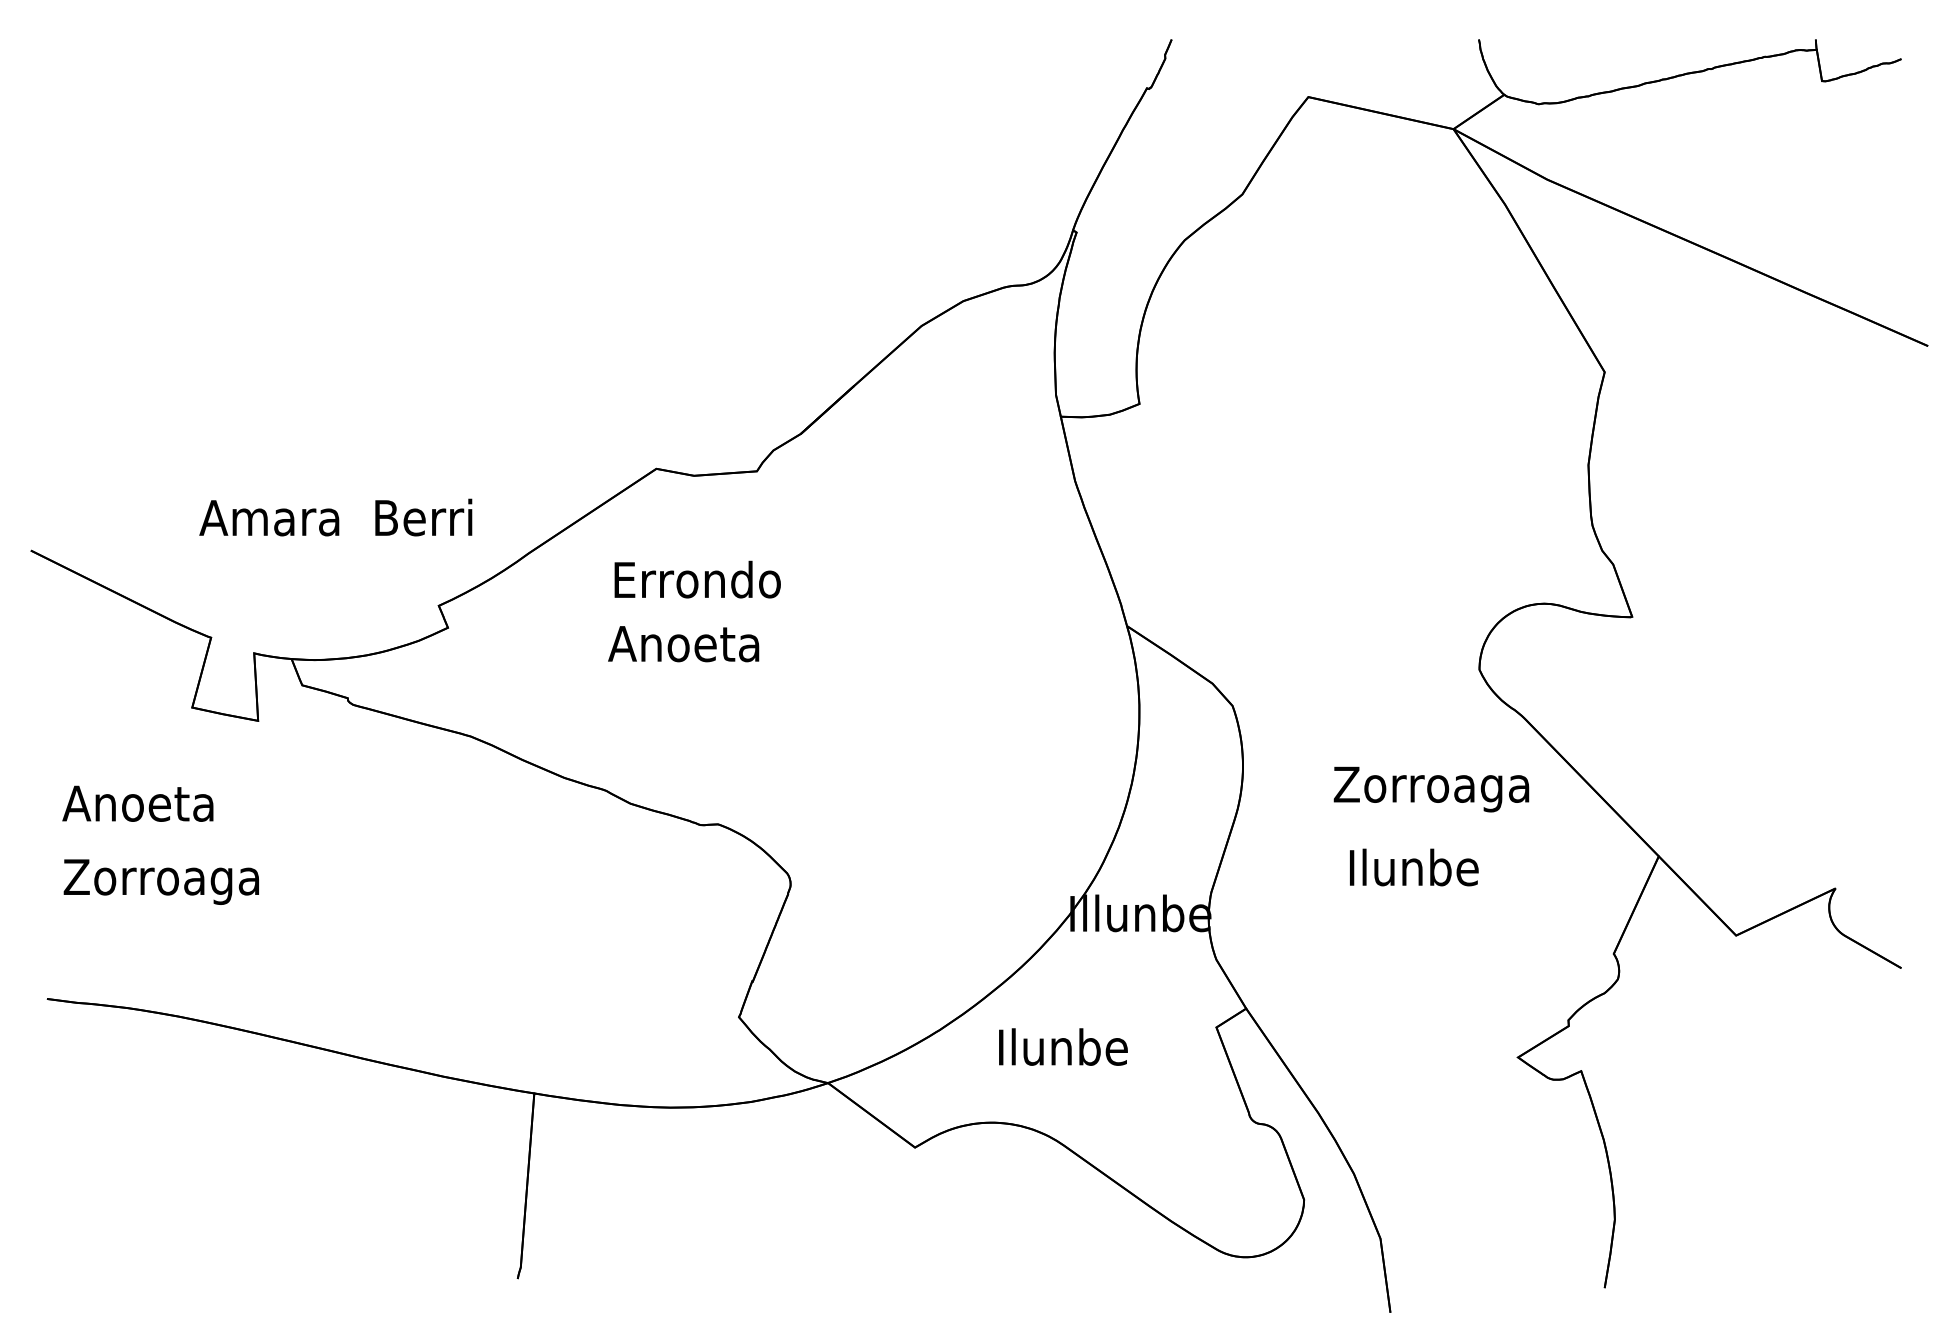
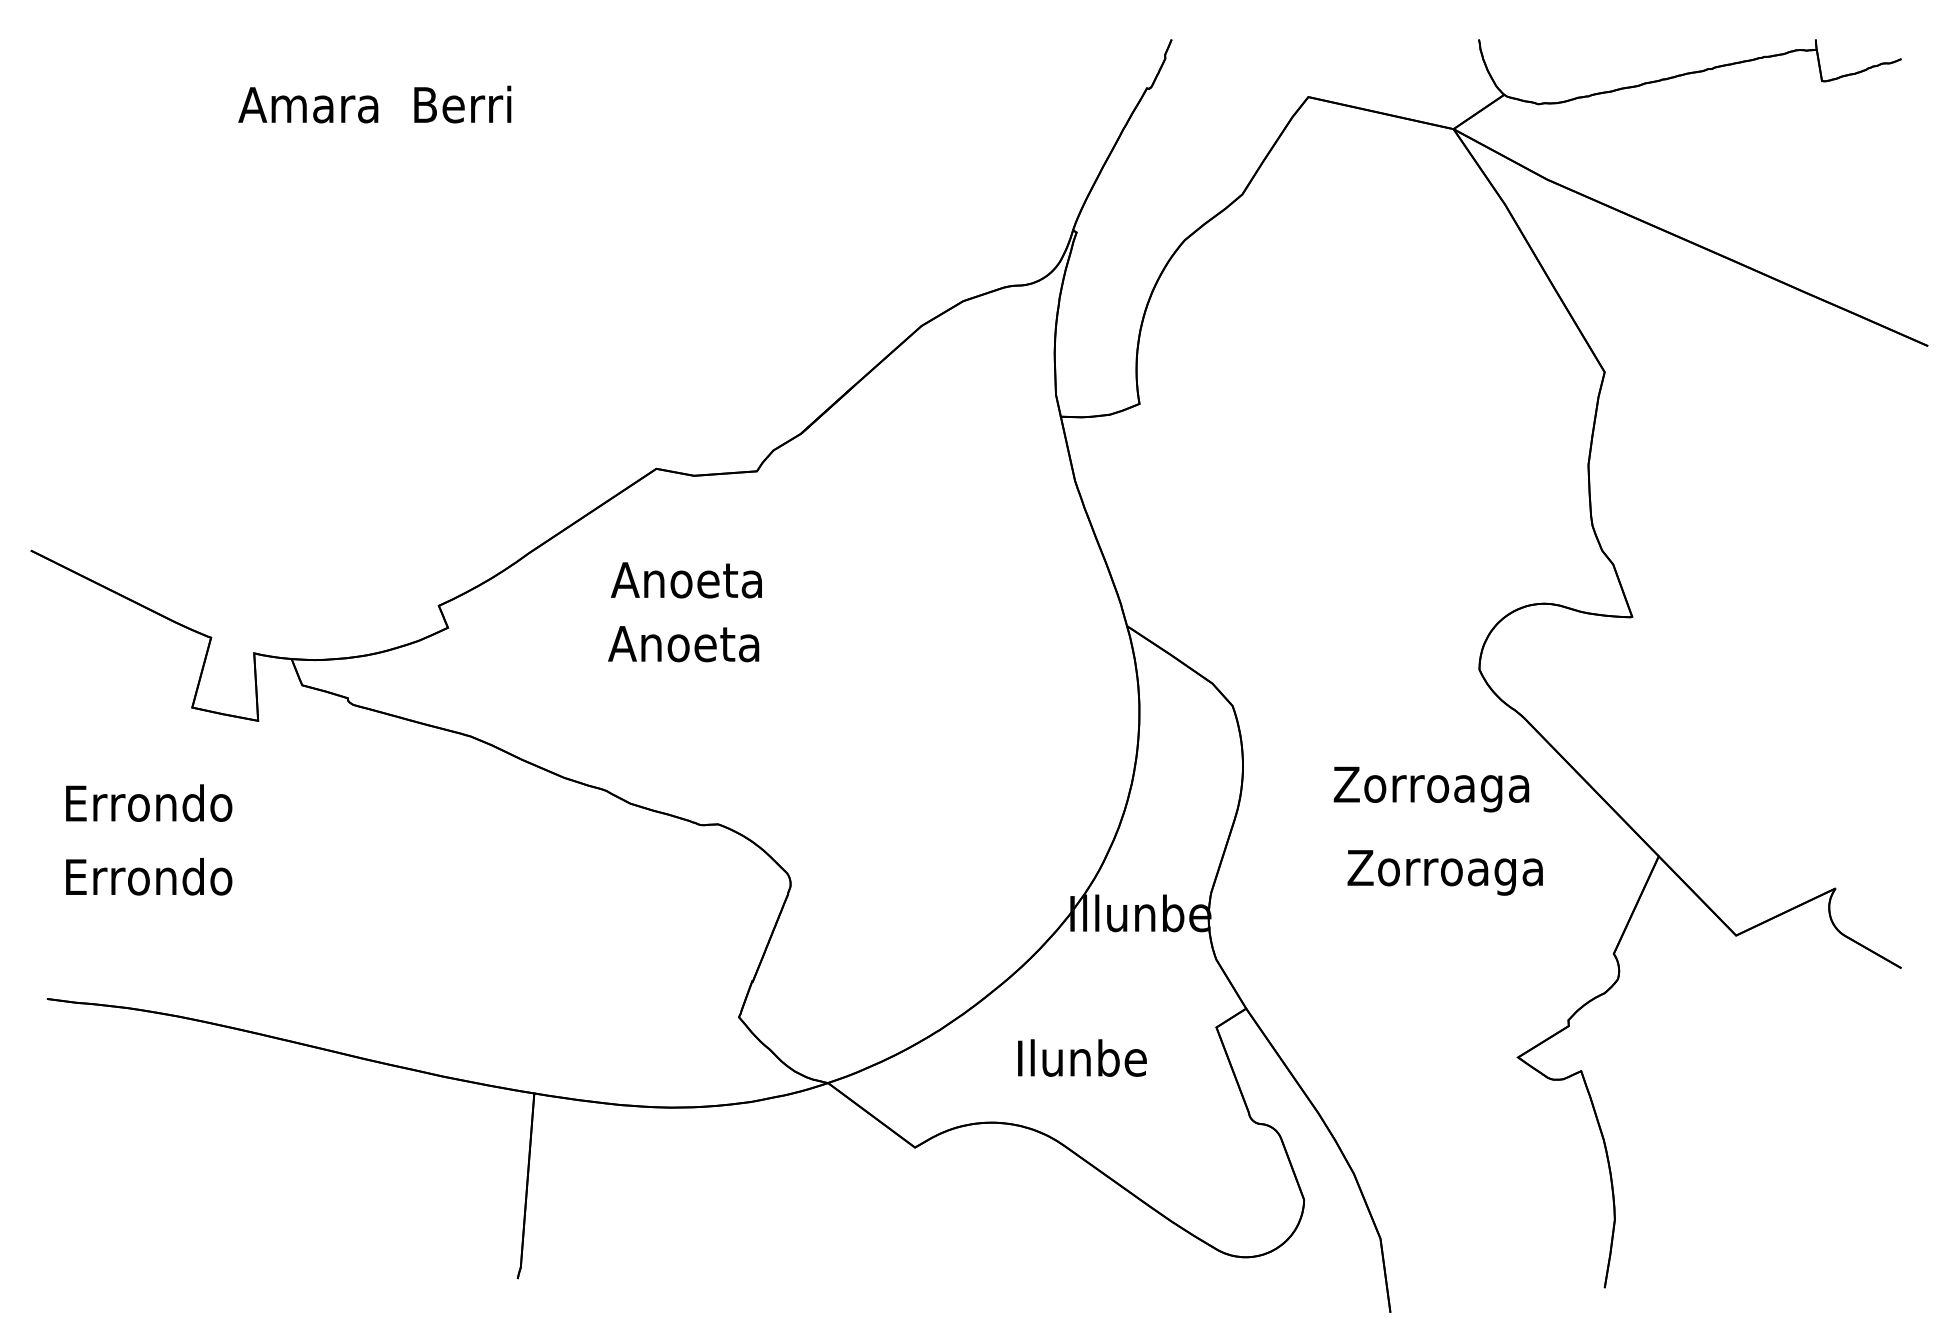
text at (335, 517) position: (335, 517) -> (374, 104)
text at (695, 579): Errondo -> Anoeta
text at (147, 802): Anoeta -> Errondo
text at (1444, 871): Ilunbe -> Zorroaga
text at (160, 881): Zorroaga -> Errondo
text at (1063, 1046) position: (1063, 1046) -> (1082, 1057)
